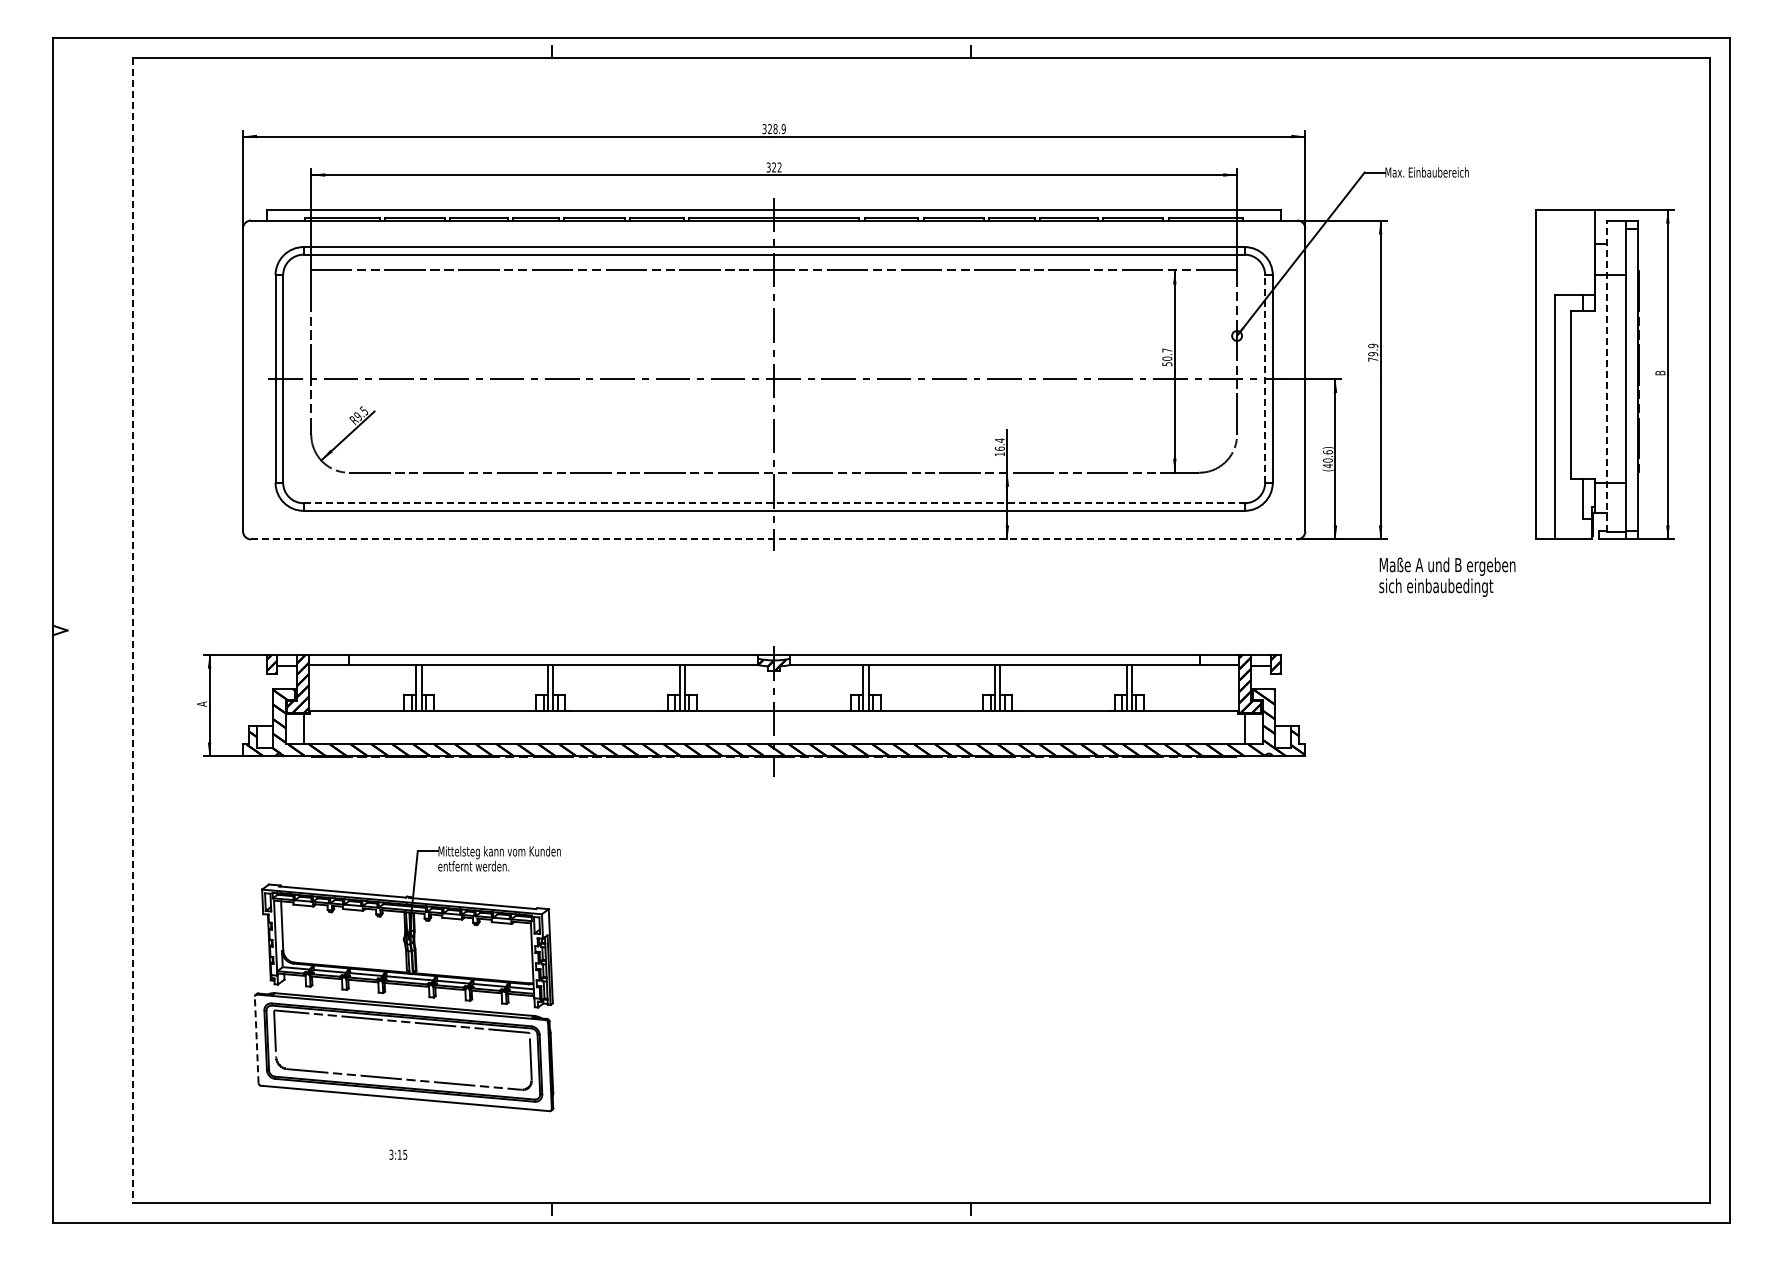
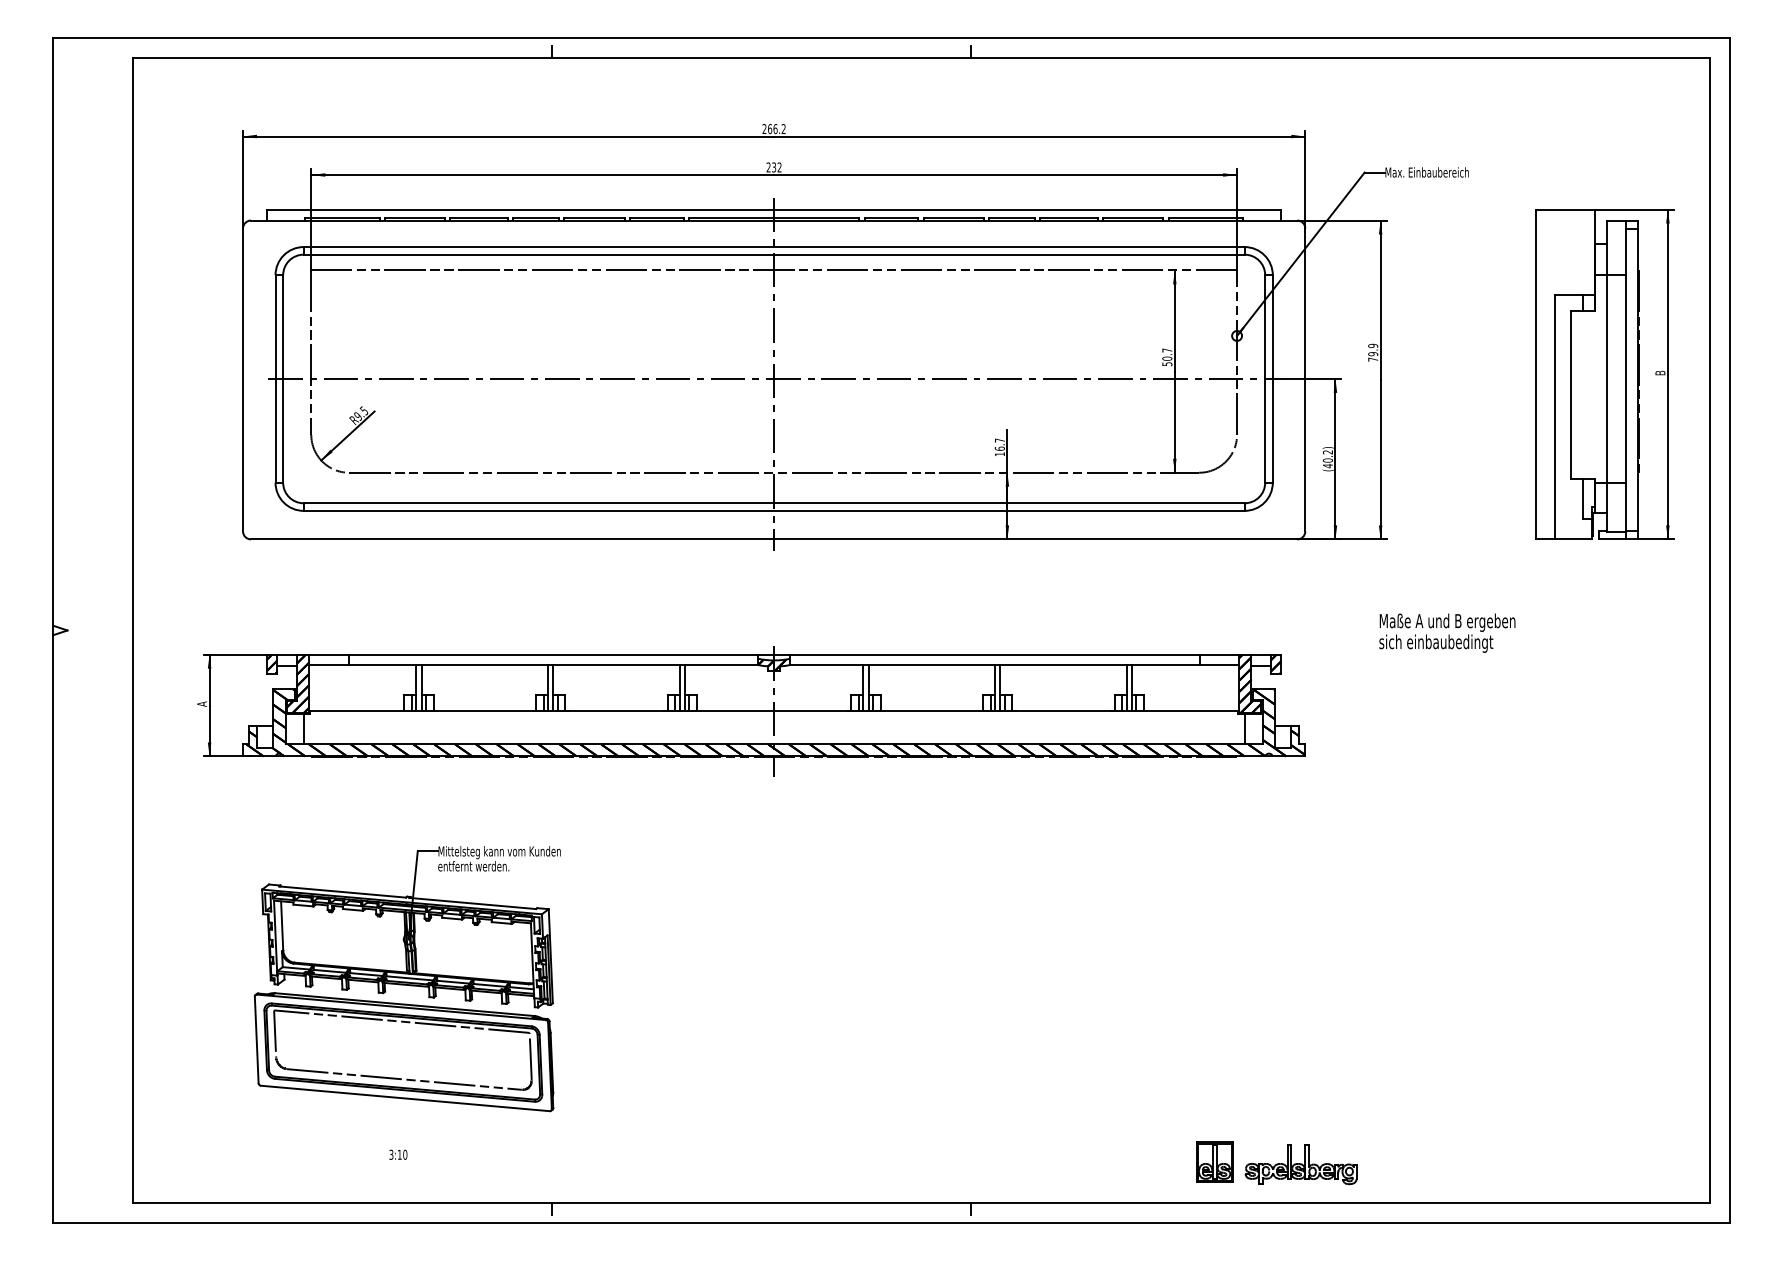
text at (773, 129): 328.9 -> 266.2
text at (771, 167): 322 -> 232
line at (1607, 376): dashed -> solid
line at (1265, 378): dashed -> solid
text at (999, 440): 16.4 -> 16.7
text at (1327, 452): (40.6) -> (40.2)
line at (774, 503): dashed -> solid
line at (774, 539): dashed -> solid
text at (1447, 576) position: (1447, 576) -> (1447, 632)
line at (133, 630): dashed -> solid
line at (256, 1039): dashed -> solid
text at (405, 1154): 3:15 -> 3:10
part at (1276, 1163): none -> present
